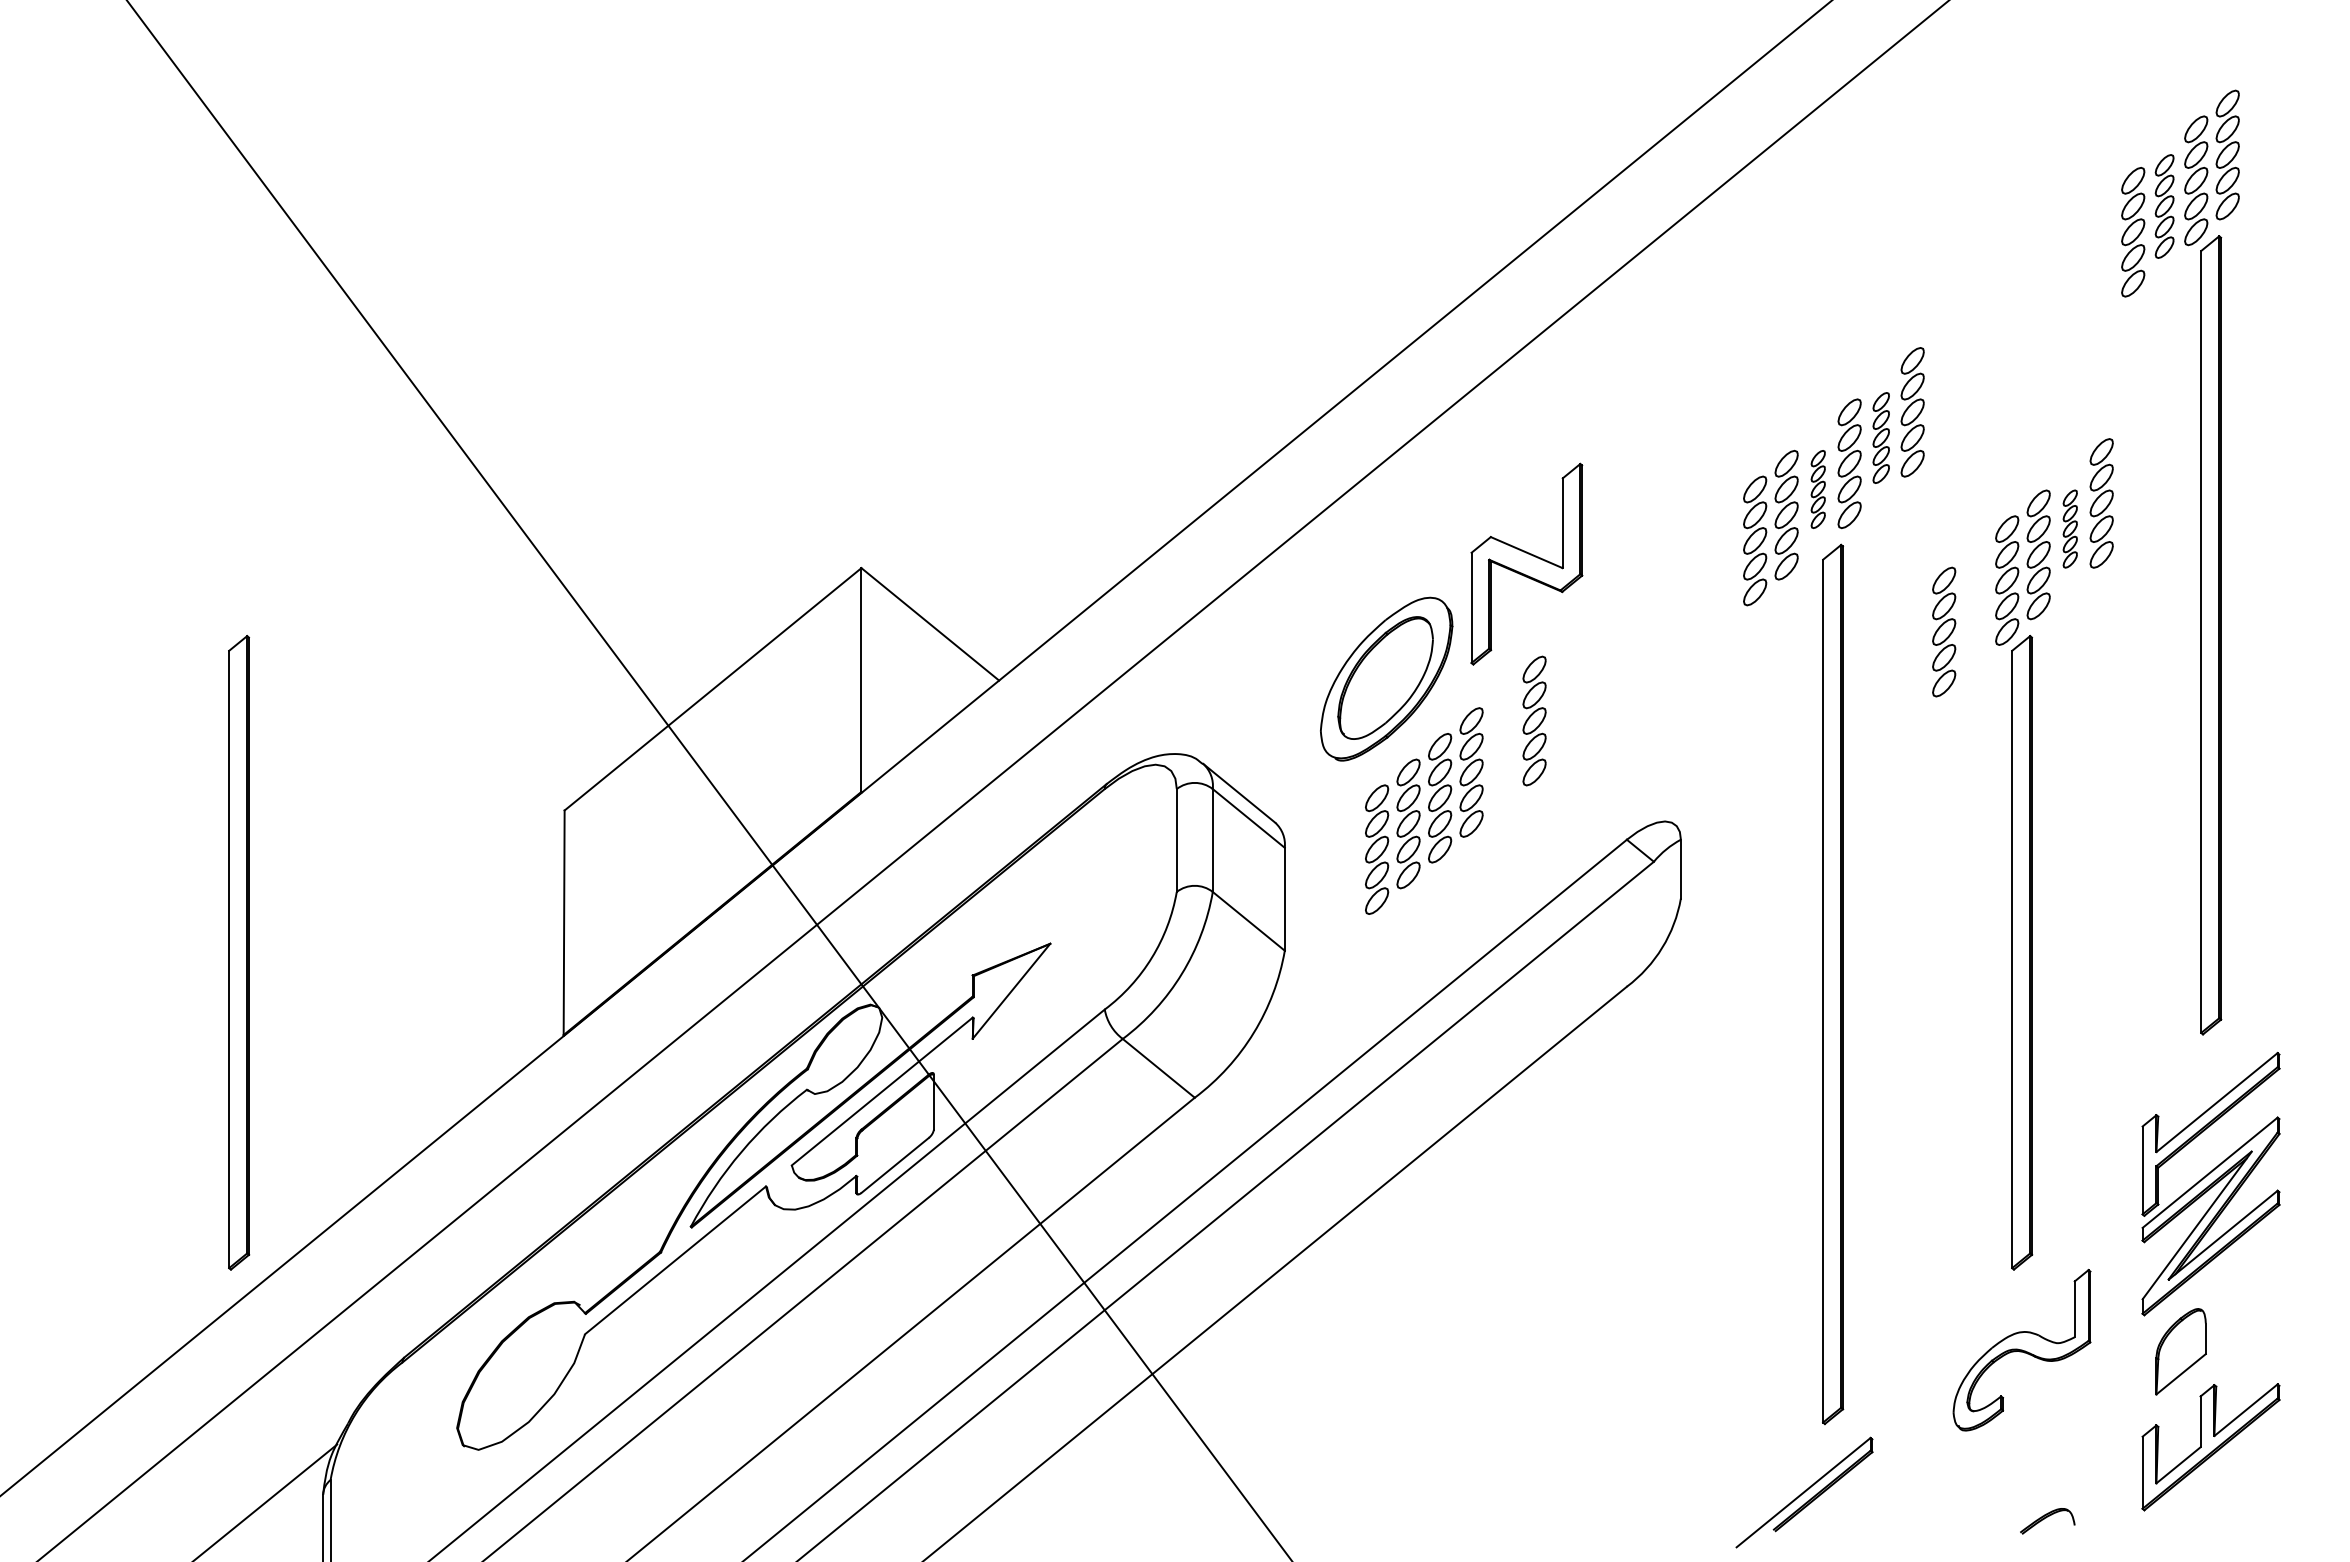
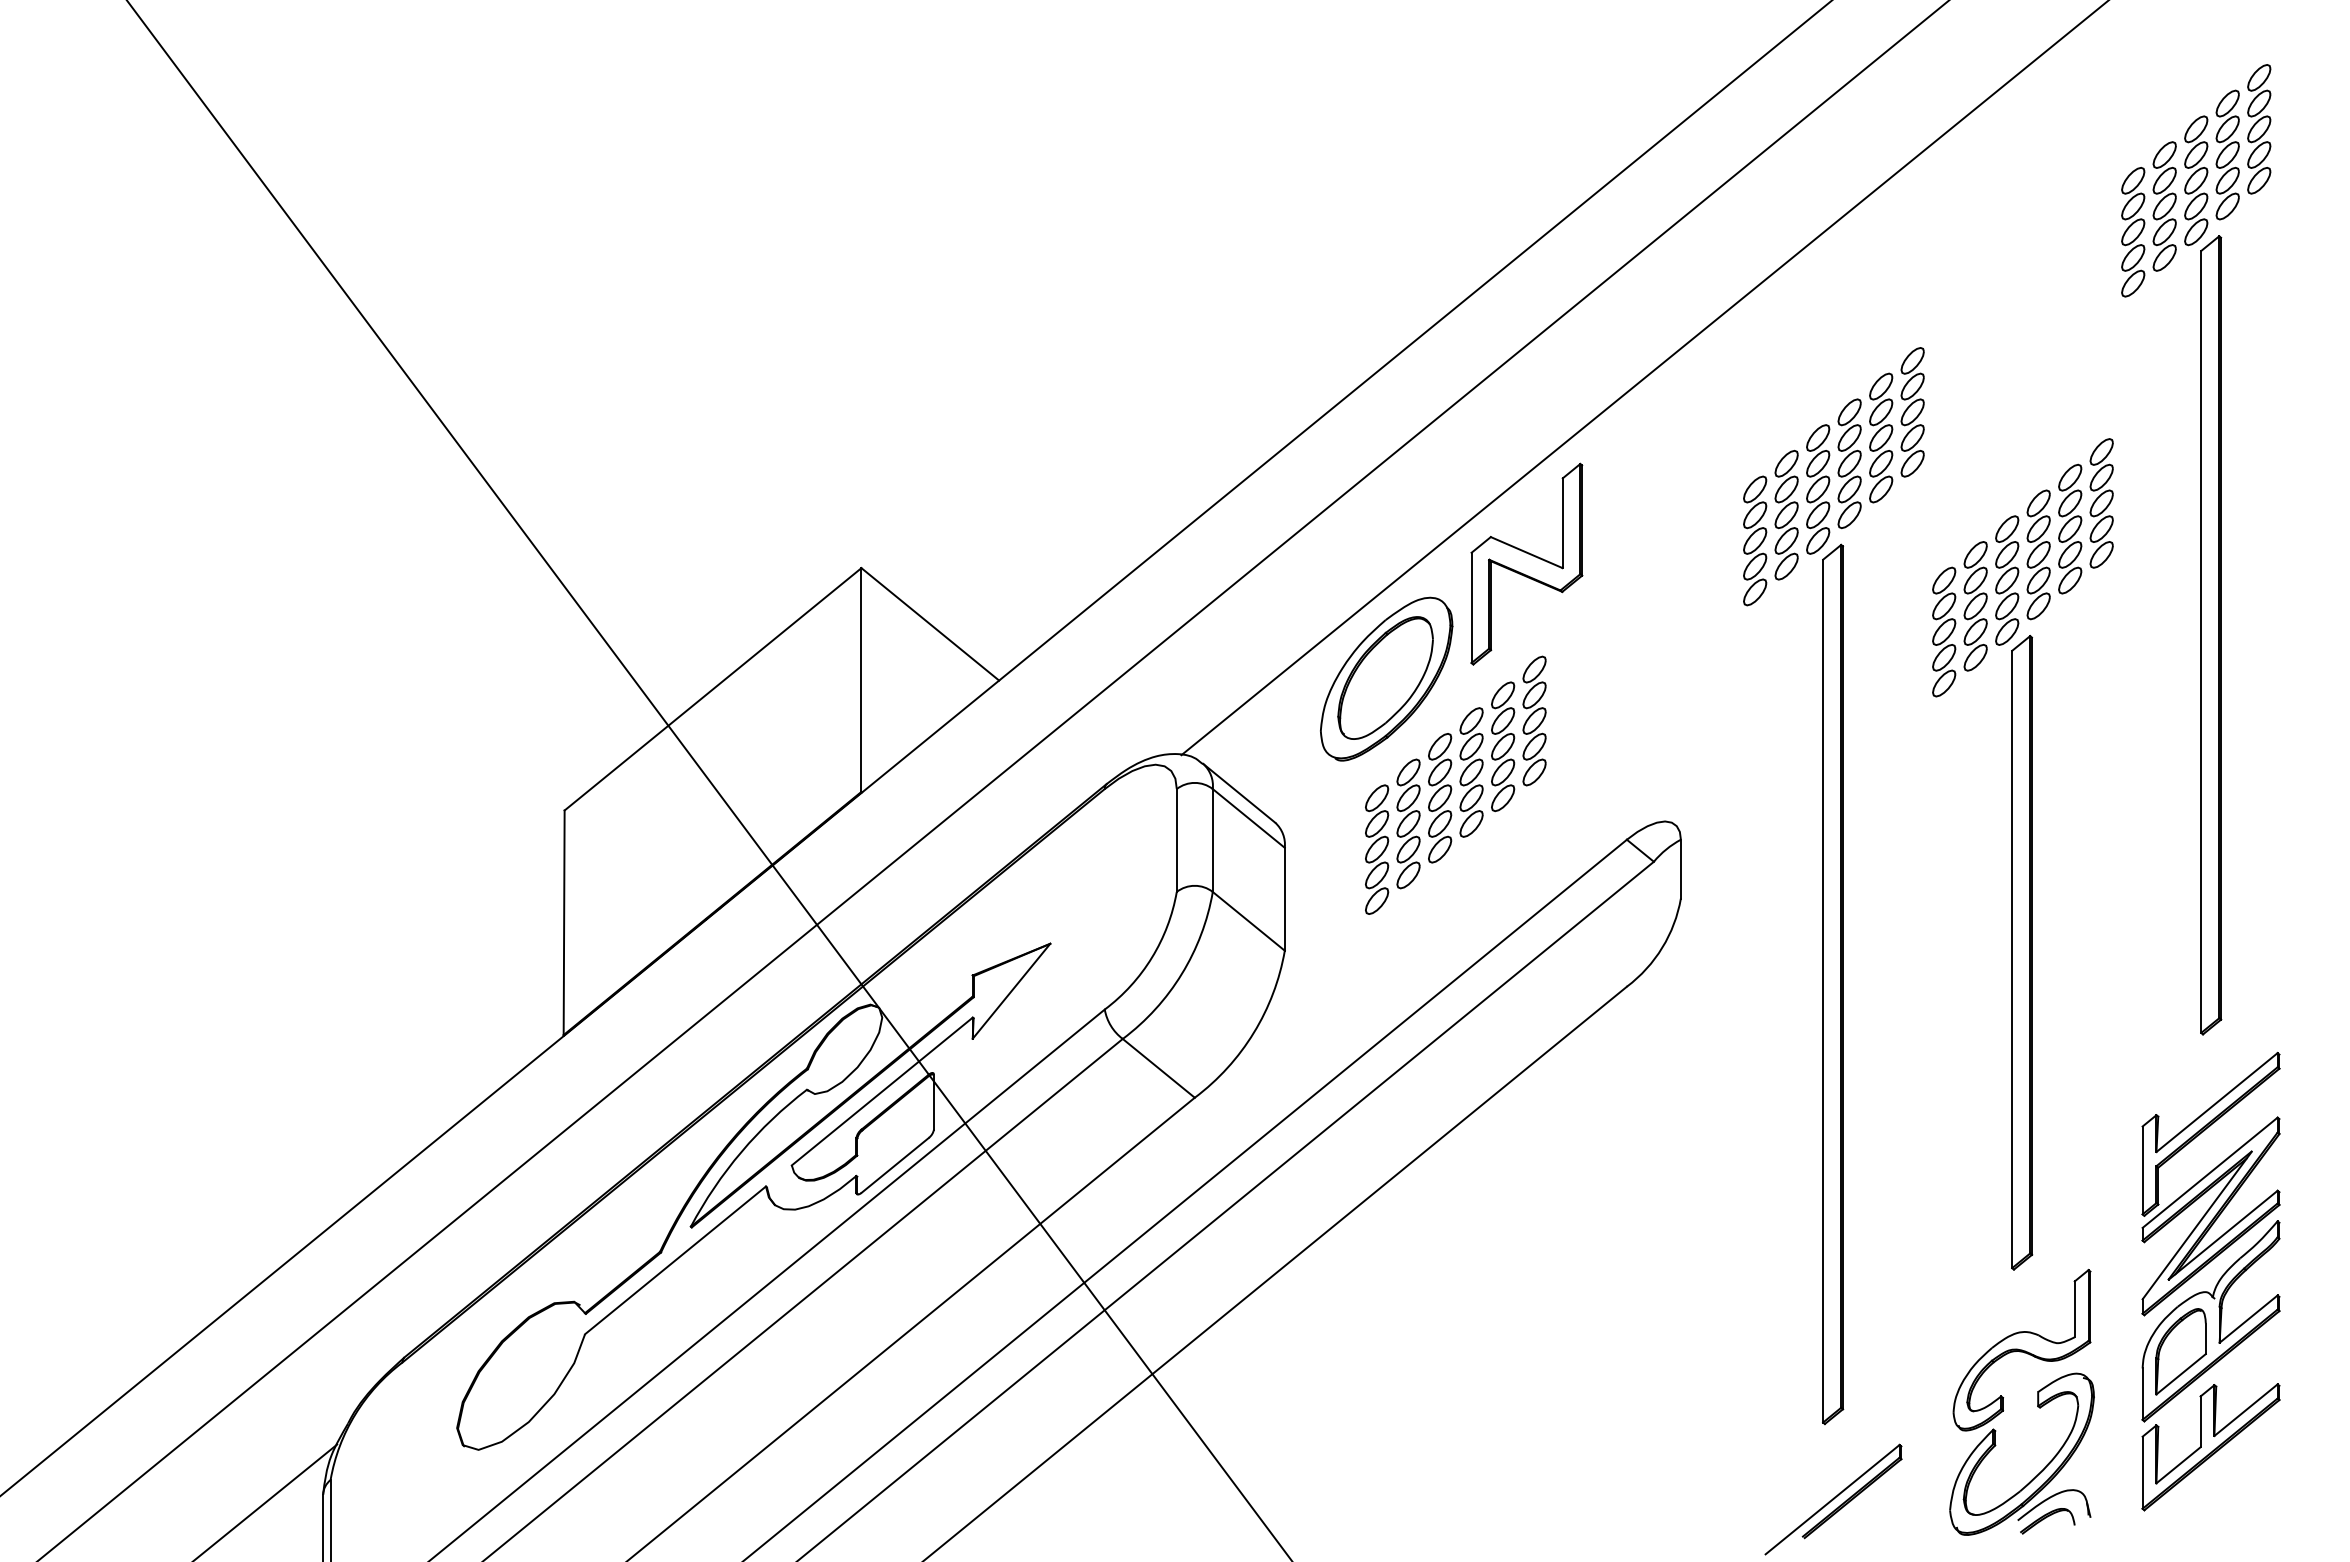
part at (2259, 129): none -> present
part at (2164, 206) size: 21x105 px -> 25x131 px
line at (1643, 378): none -> present
part at (1880, 437) size: 18x92 px -> 25x132 px
part at (1817, 489) size: 16x79 px -> 25x131 px
part at (2069, 528) size: 16x80 px -> 25x132 px
part at (1975, 606): none -> present
part at (1503, 746): none -> present
part at (239, 952): present -> none
part at (2210, 1321): none -> present
part at (2040, 1471): none -> present
part at (1804, 1492) position: (1804, 1492) -> (1833, 1499)
